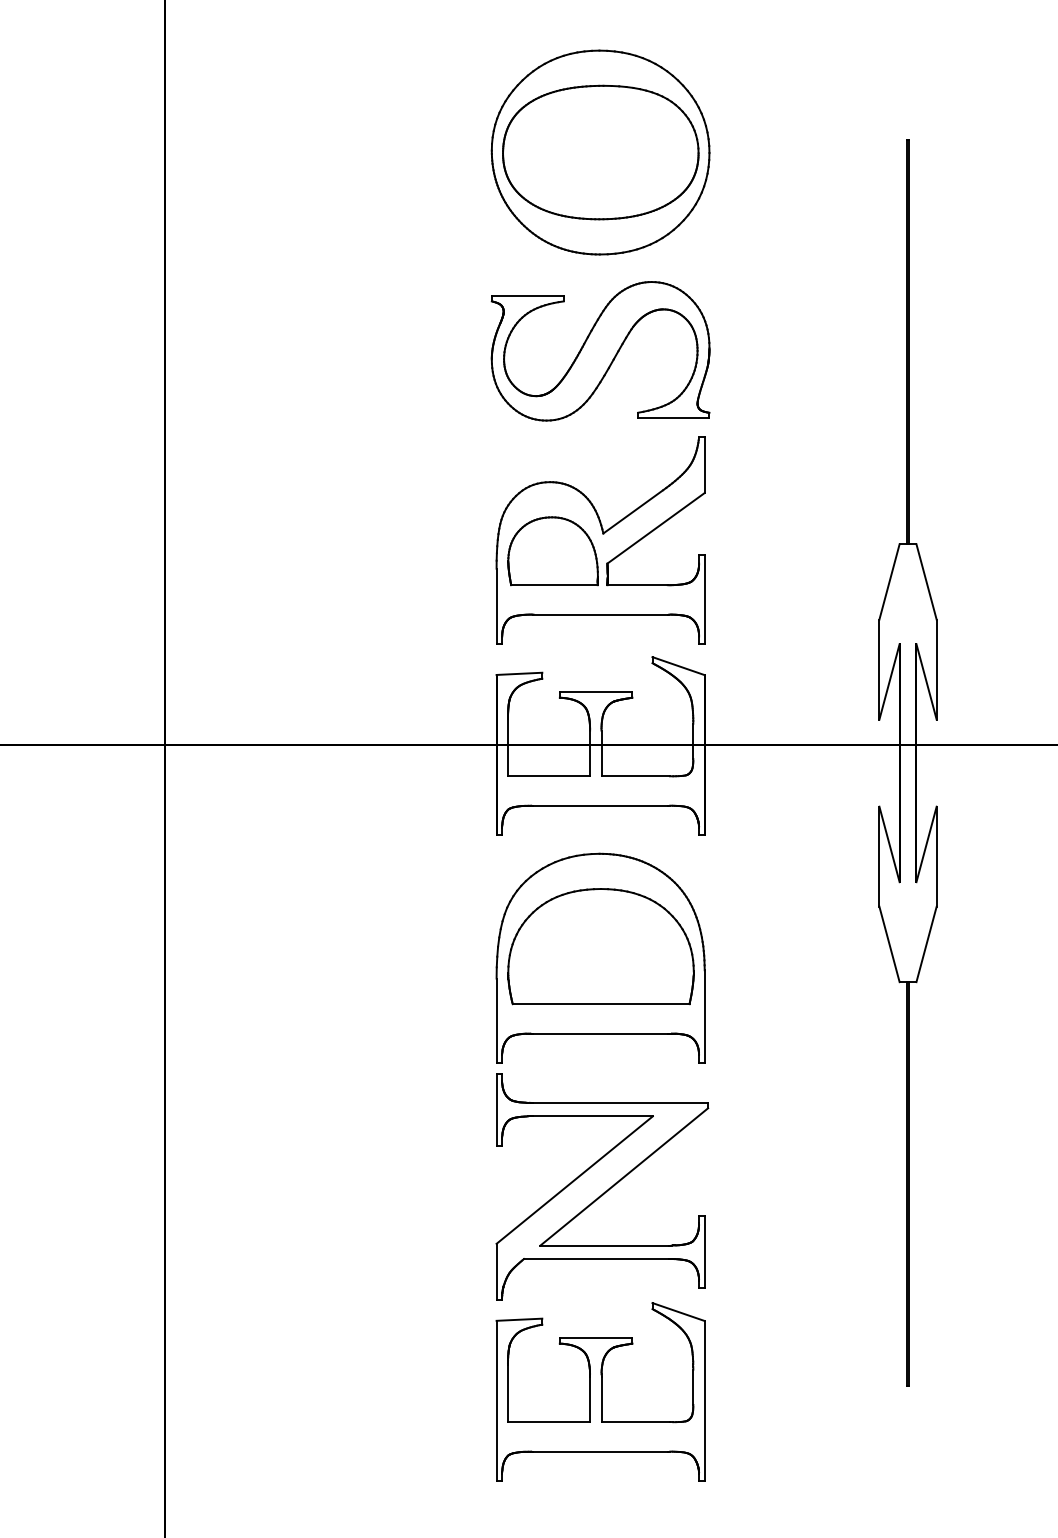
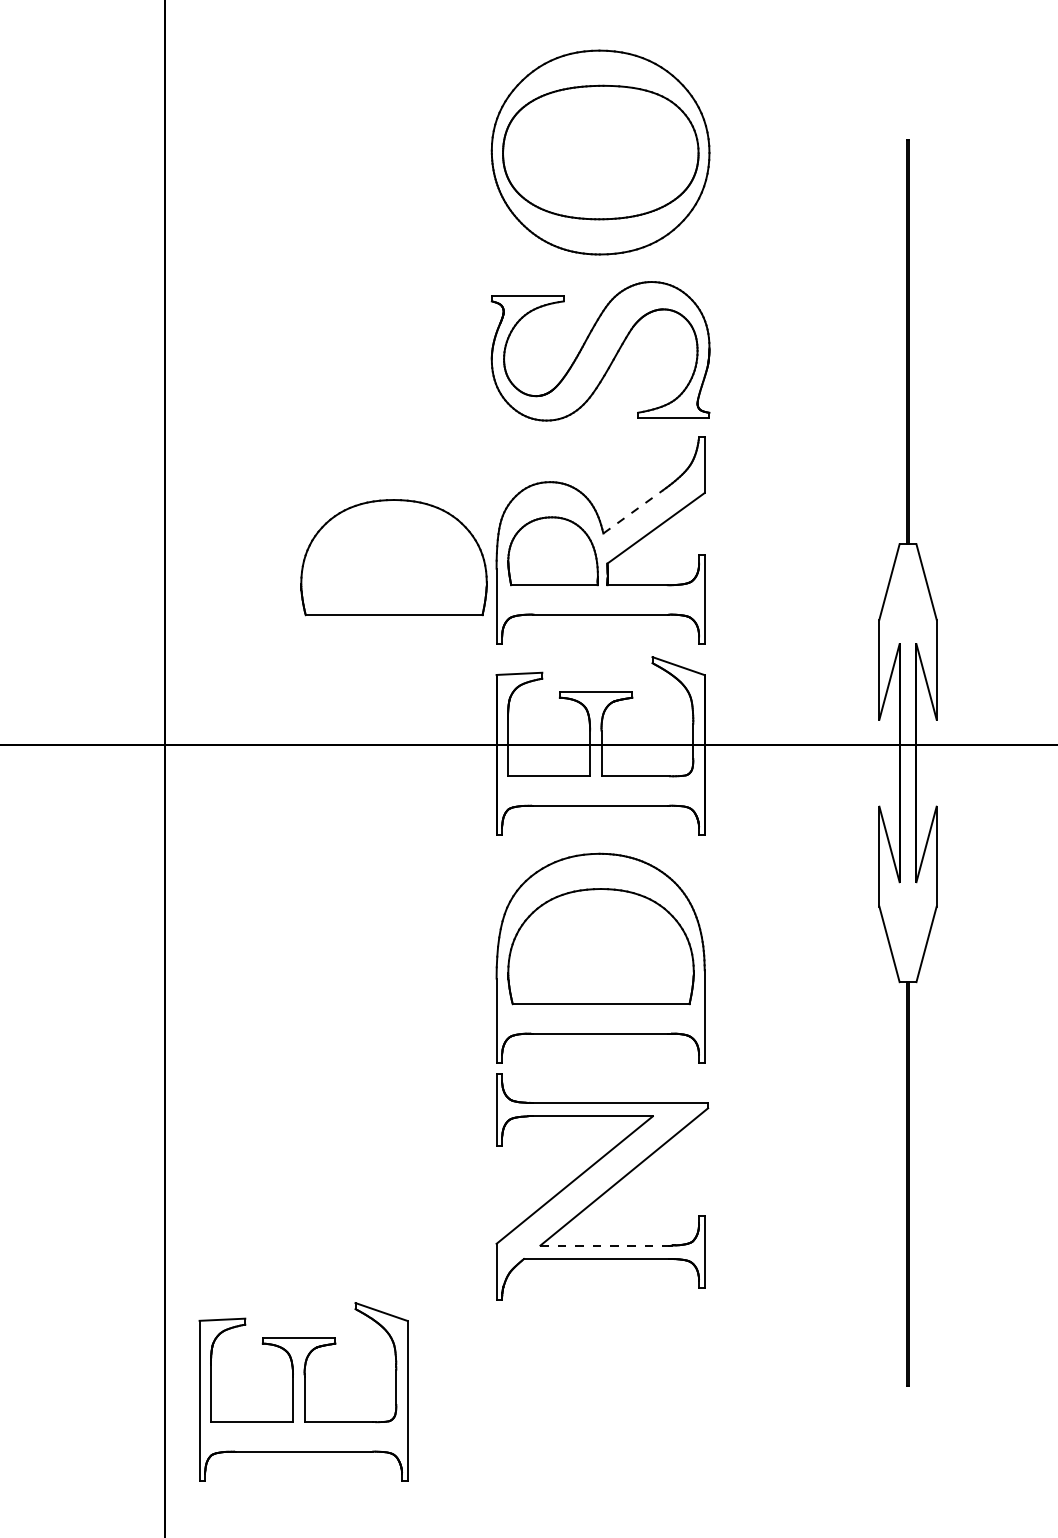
line at (633, 511): solid -> dashed
part at (393, 557): none -> present
line at (605, 1245): solid -> dashed
part at (600, 1391) position: (600, 1391) -> (303, 1391)
